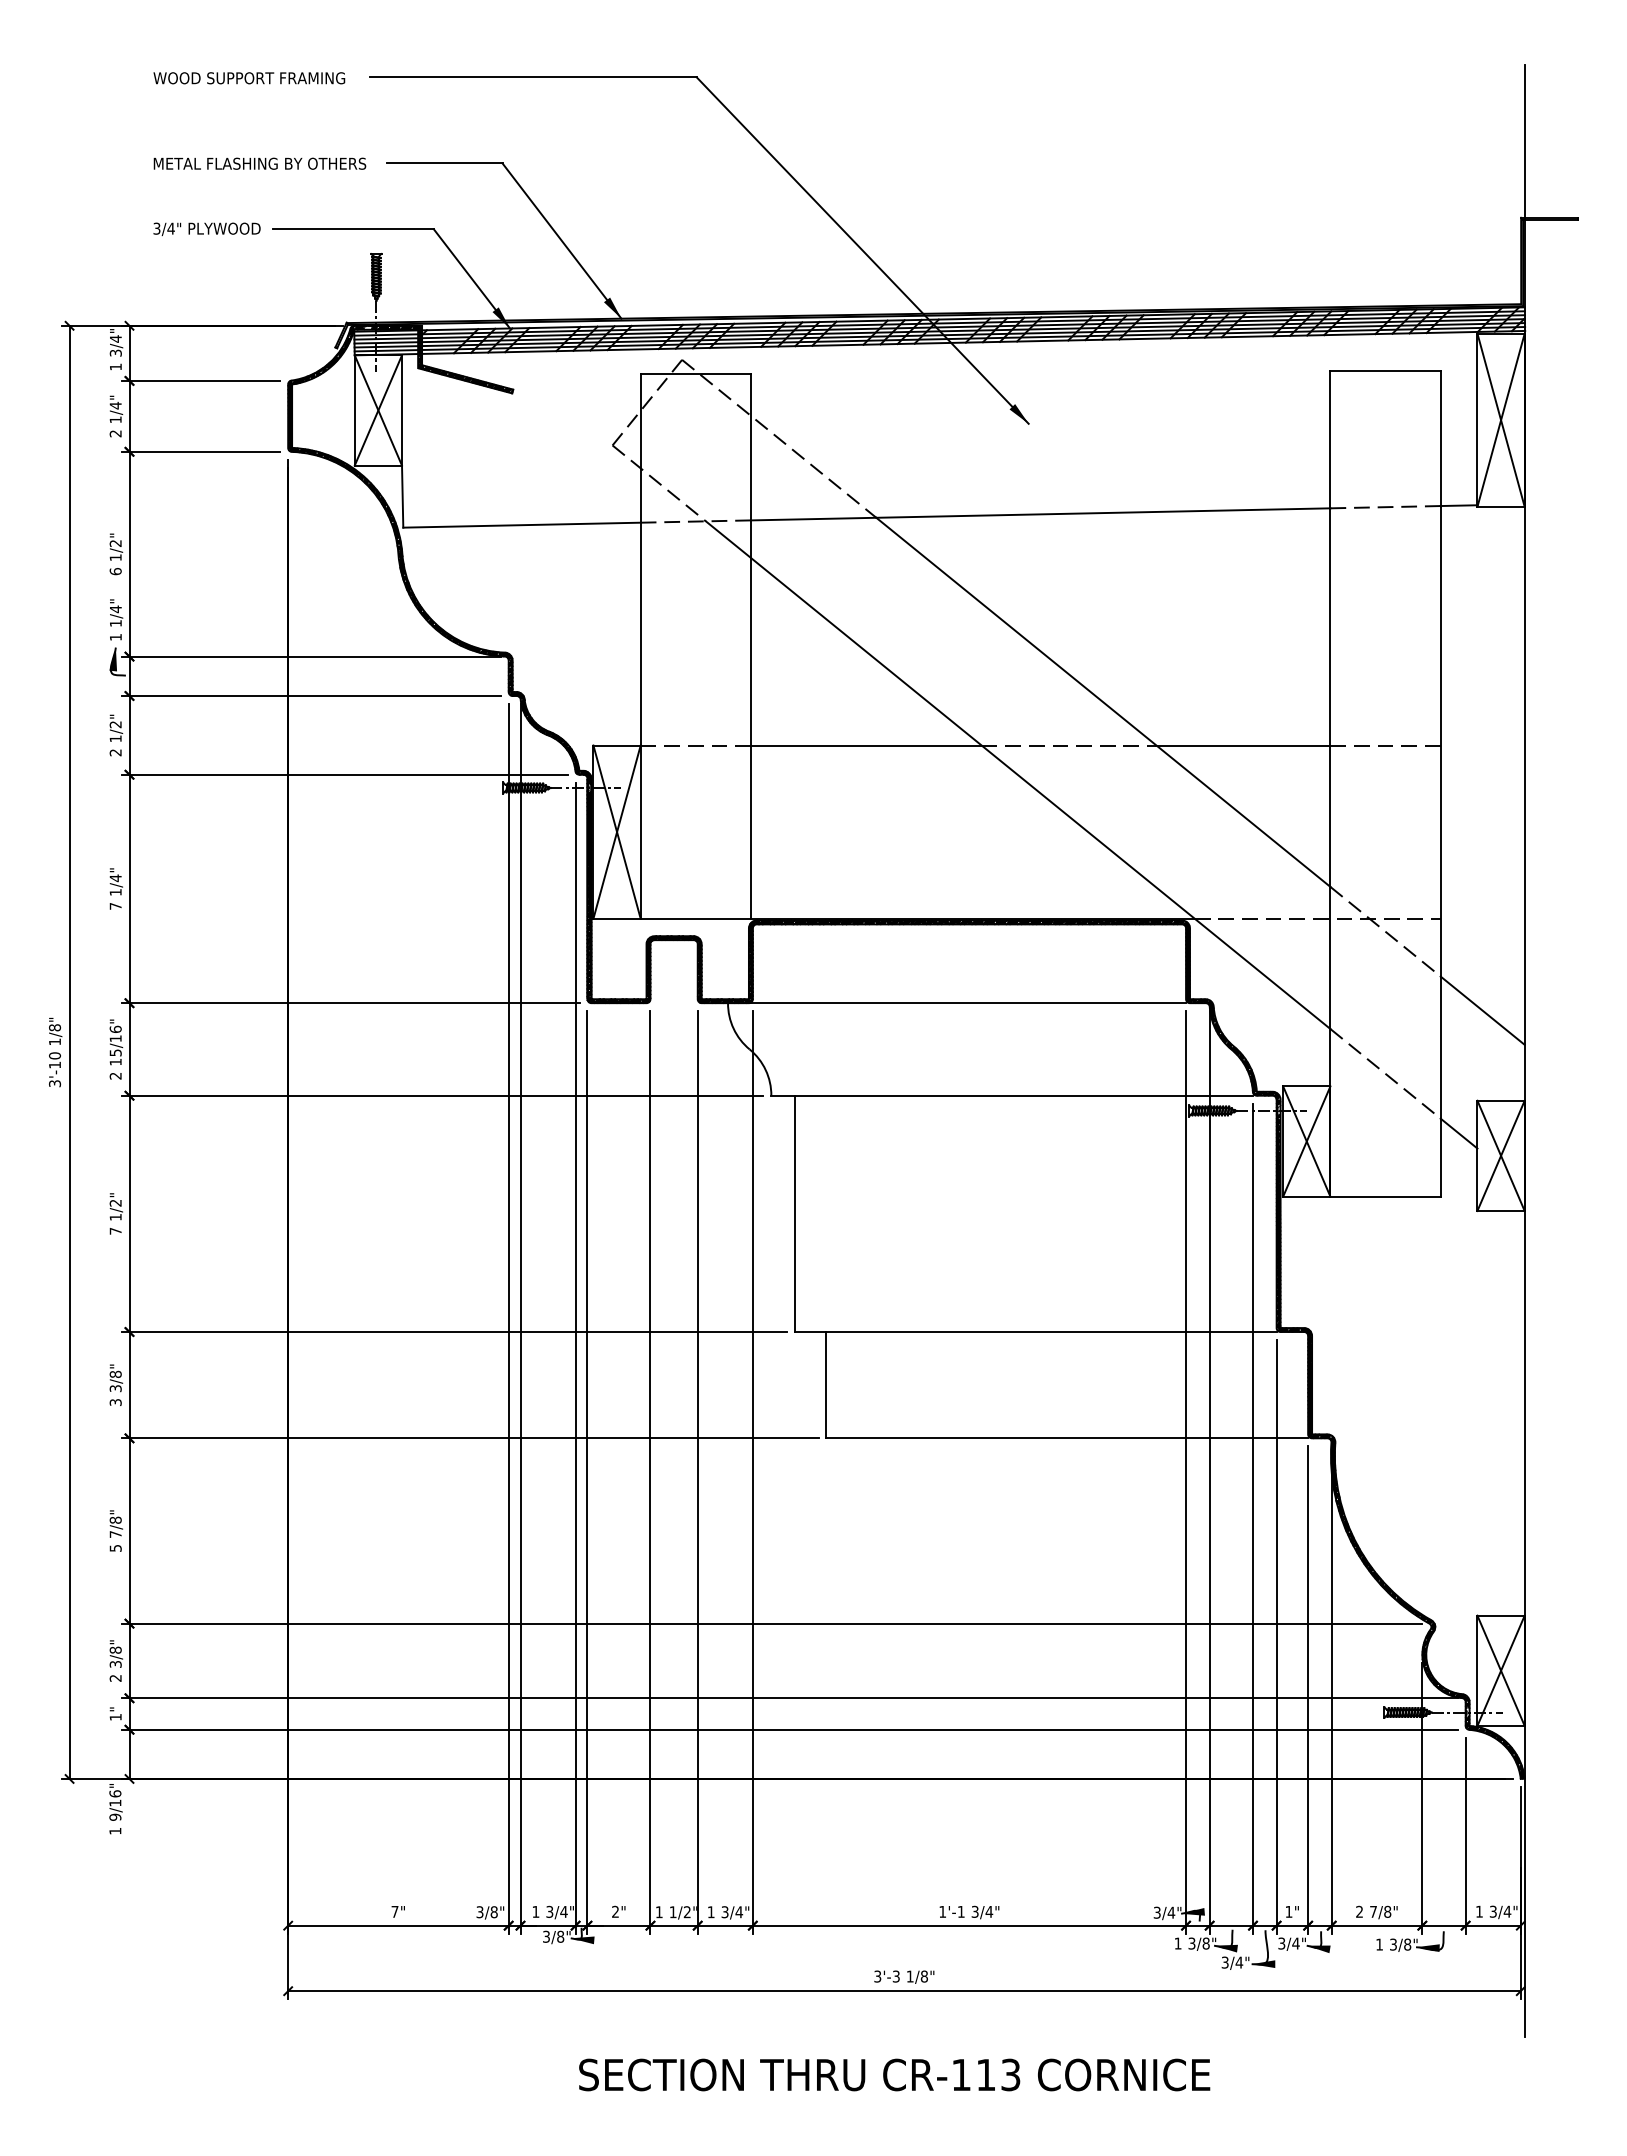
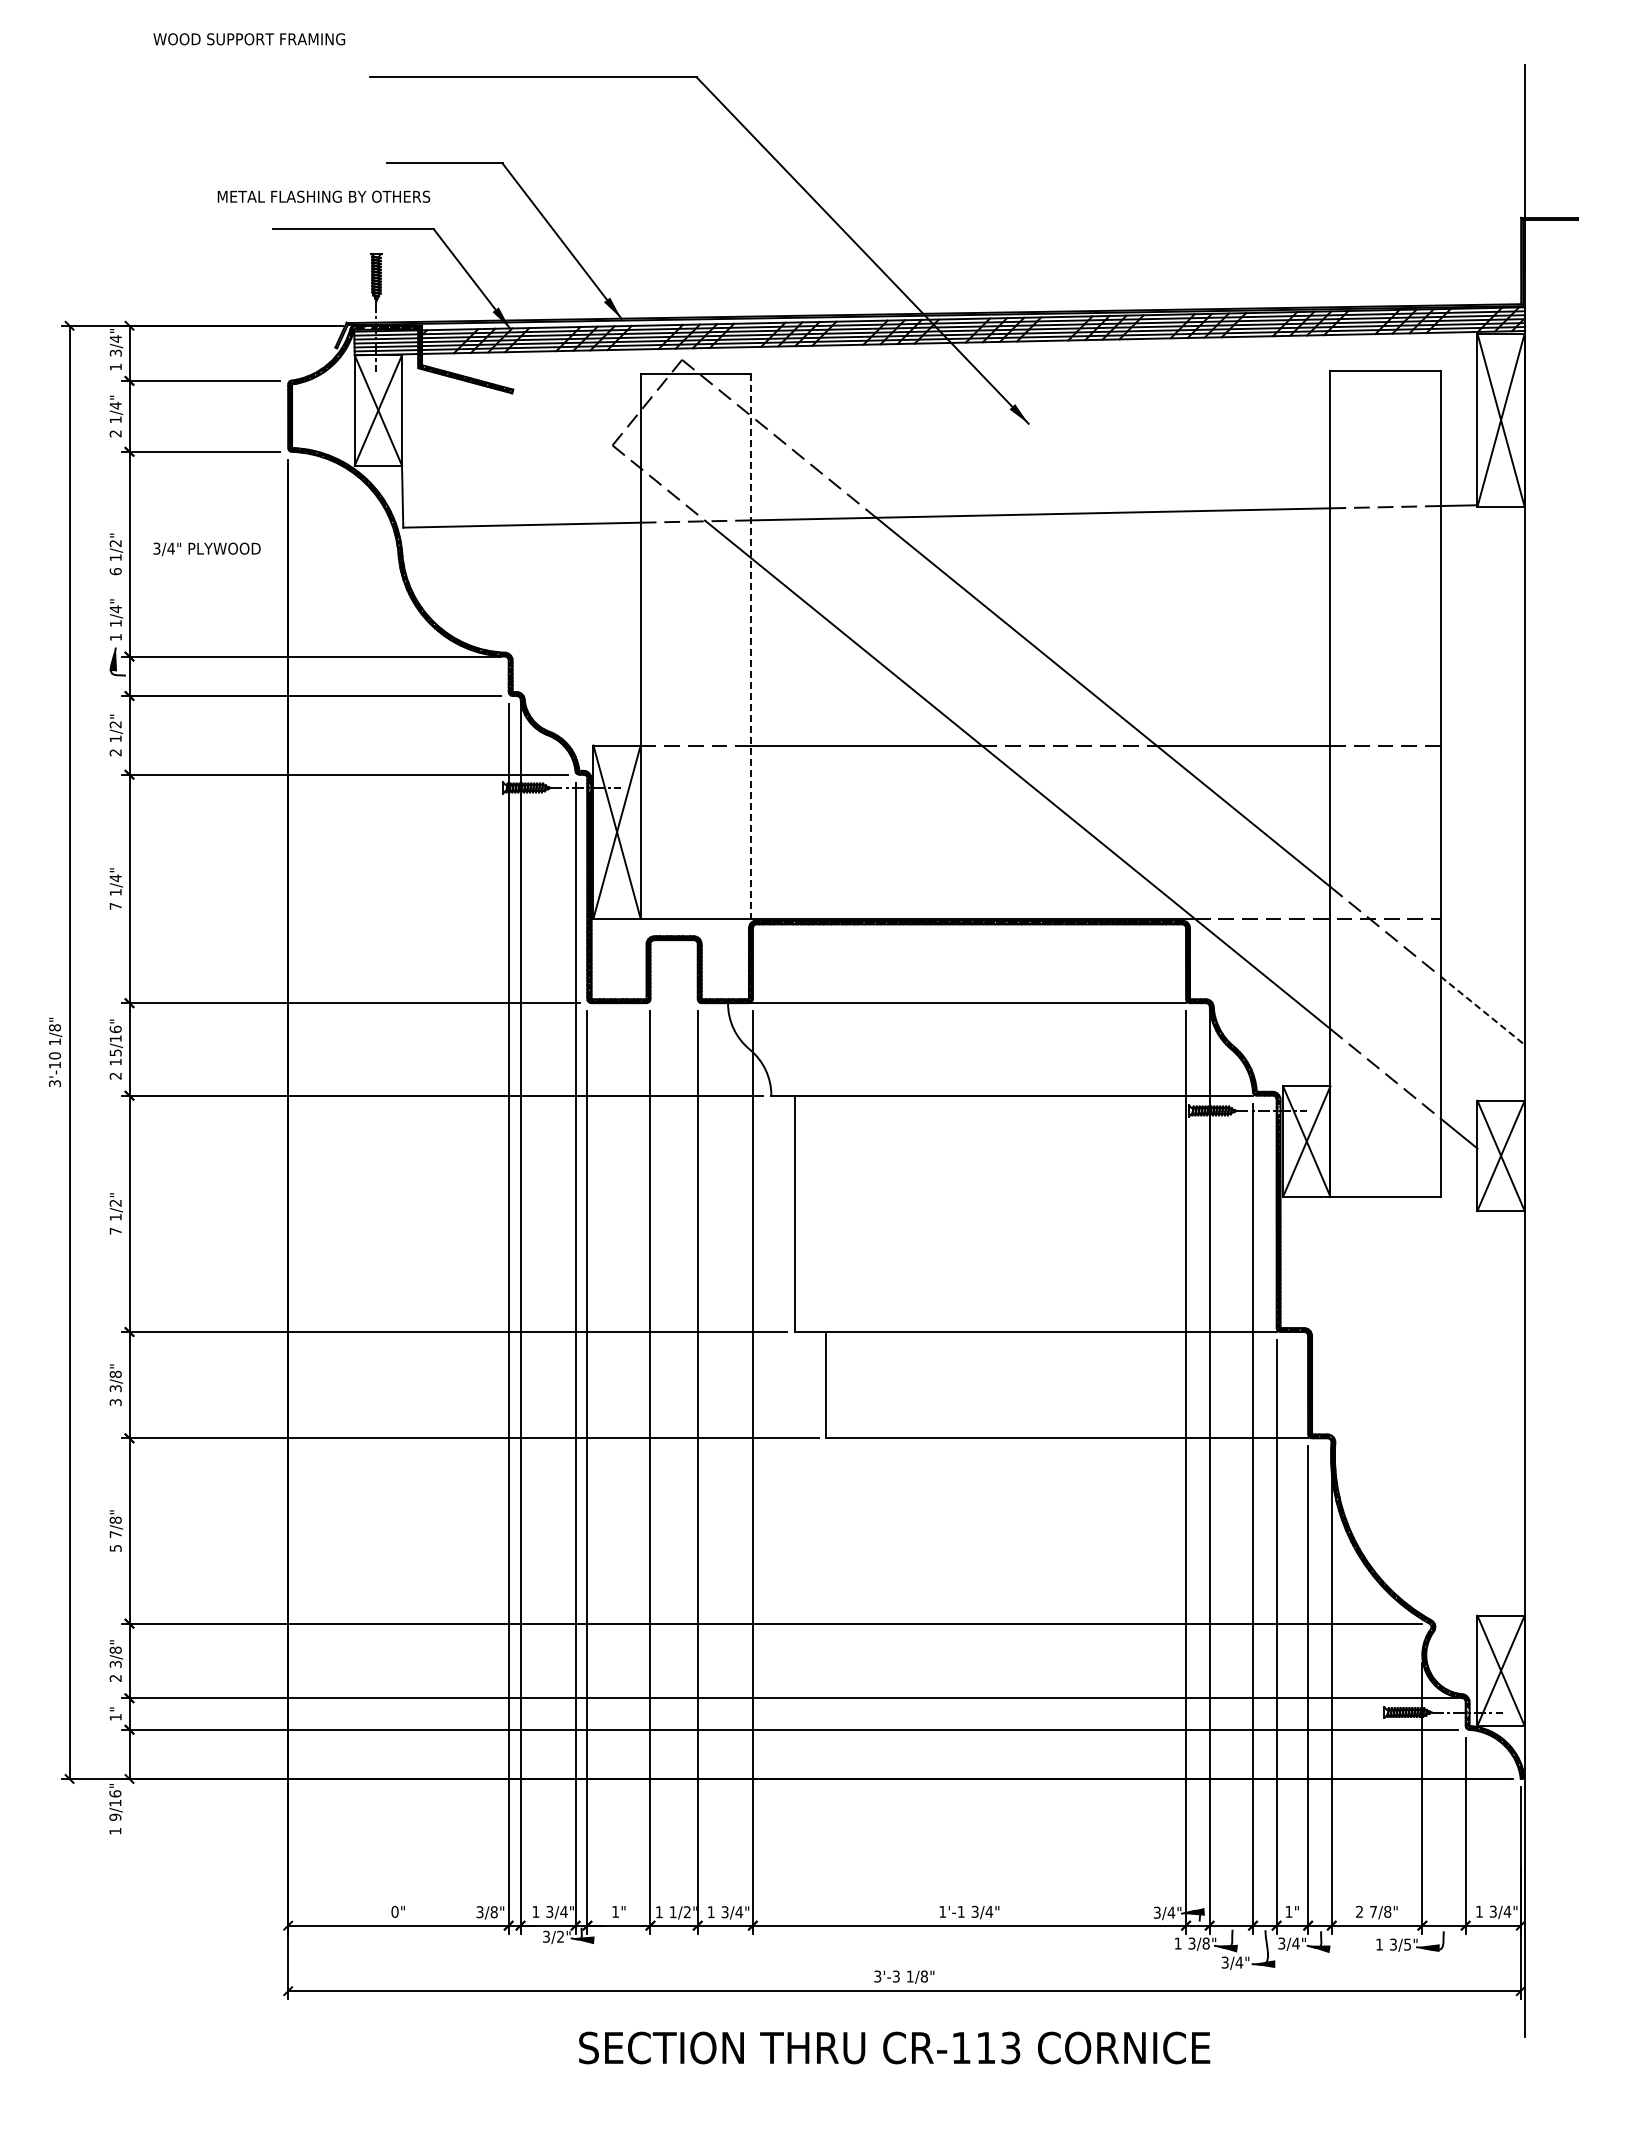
text at (249, 78) position: (249, 78) -> (249, 39)
text at (259, 163) position: (259, 163) -> (323, 196)
text at (206, 228) position: (206, 228) -> (206, 548)
line at (750, 647): solid -> dashed
line at (1483, 1011): solid -> dashed
text at (394, 1911): 7" -> 0"
text at (615, 1911): 2" -> 1"
text at (560, 1936): 3/8" -> 3/2"
text at (1407, 1944): 3/8" -> 3/5"
text at (894, 2074) position: (894, 2074) -> (894, 2047)
